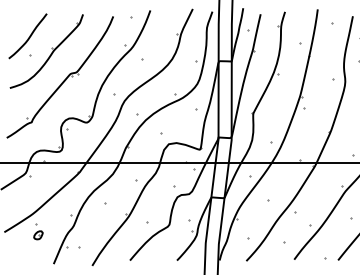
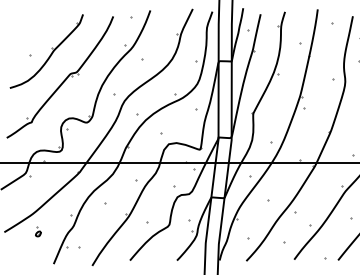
curve at (28, 37): present -> none
part at (38, 231) size: 11x18 px -> 7x12 px
